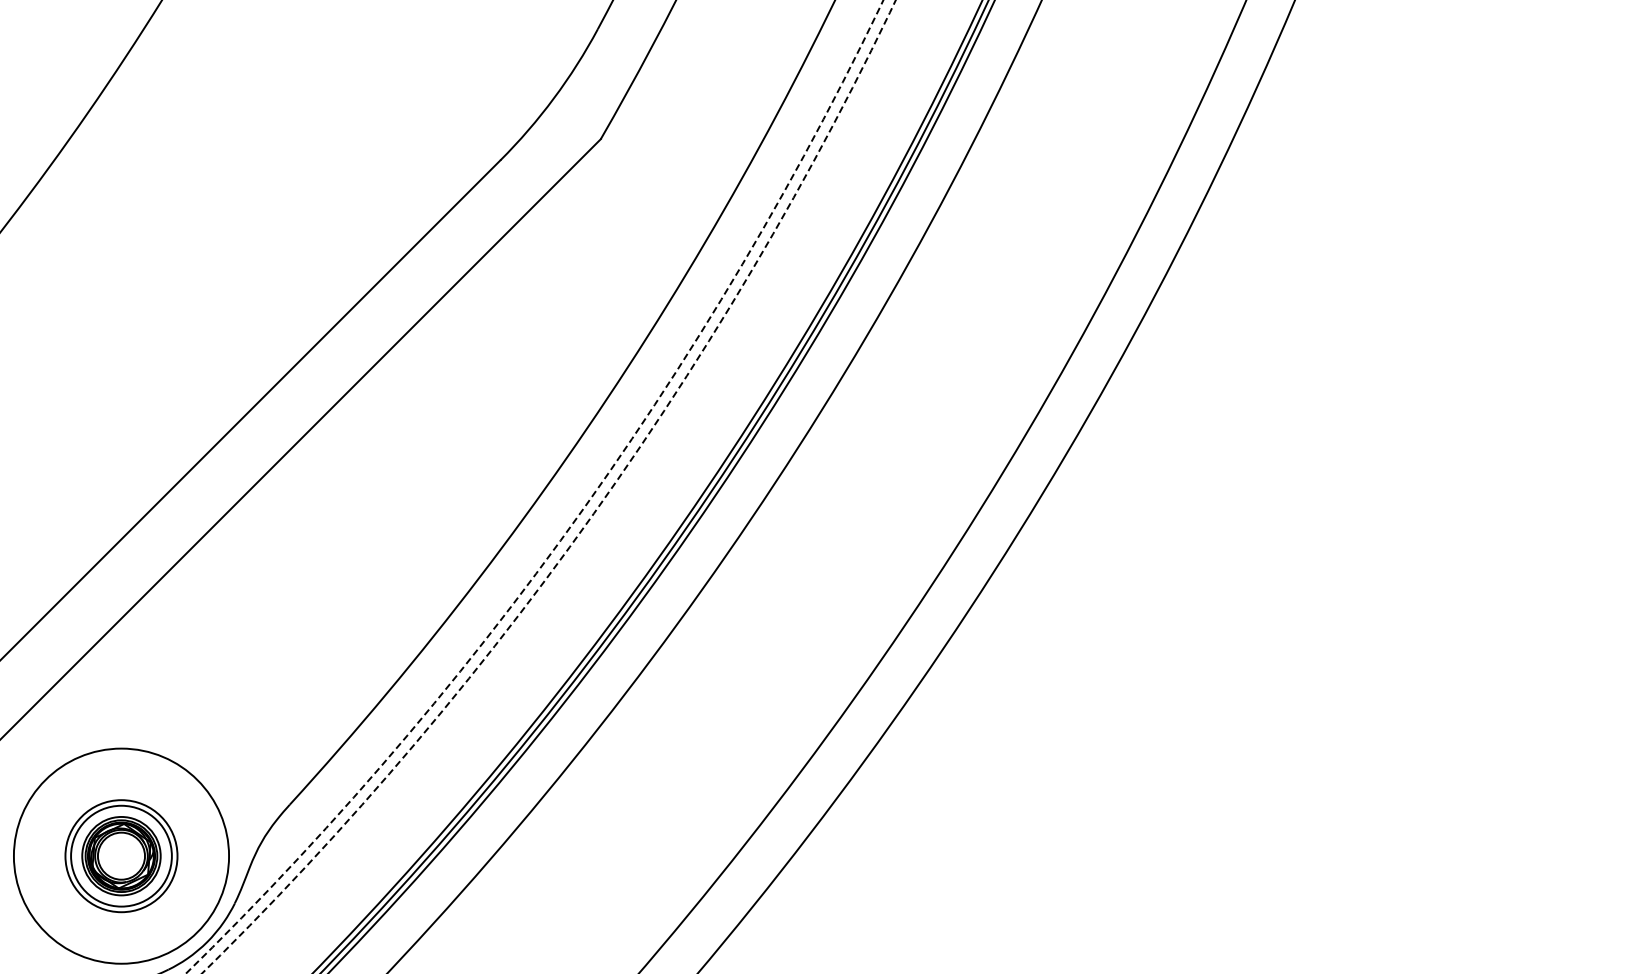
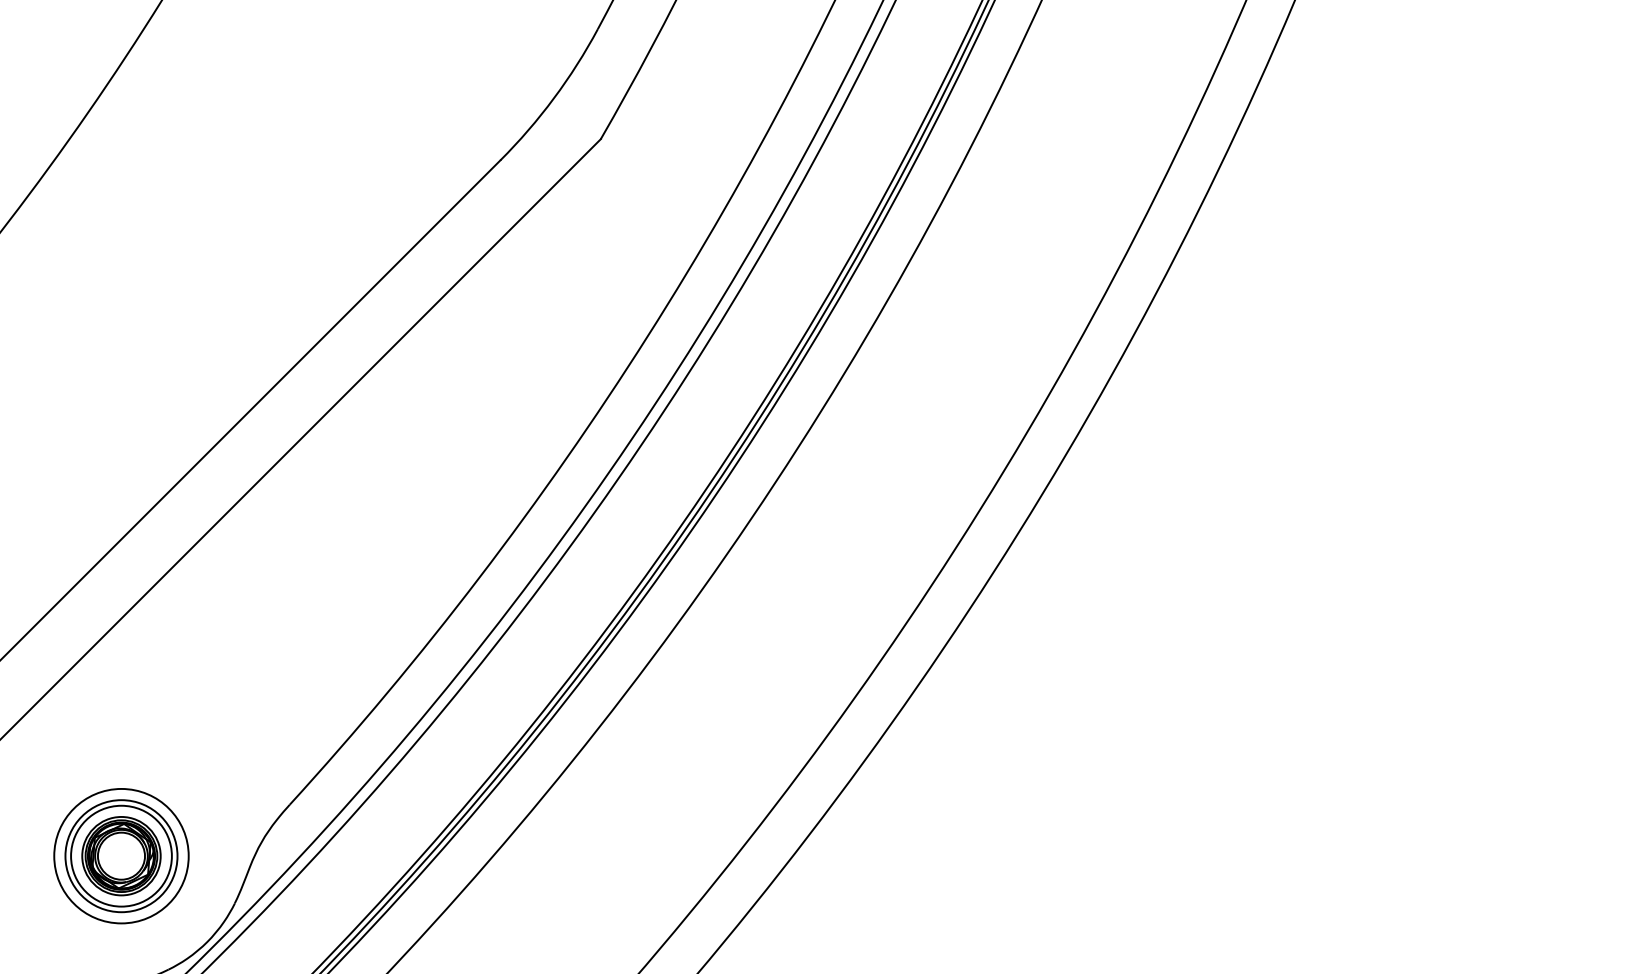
circle at (534, 486): dashed -> solid
circle at (548, 486): dashed -> solid
circle at (121, 855) diameter: 215 px -> 134 px
